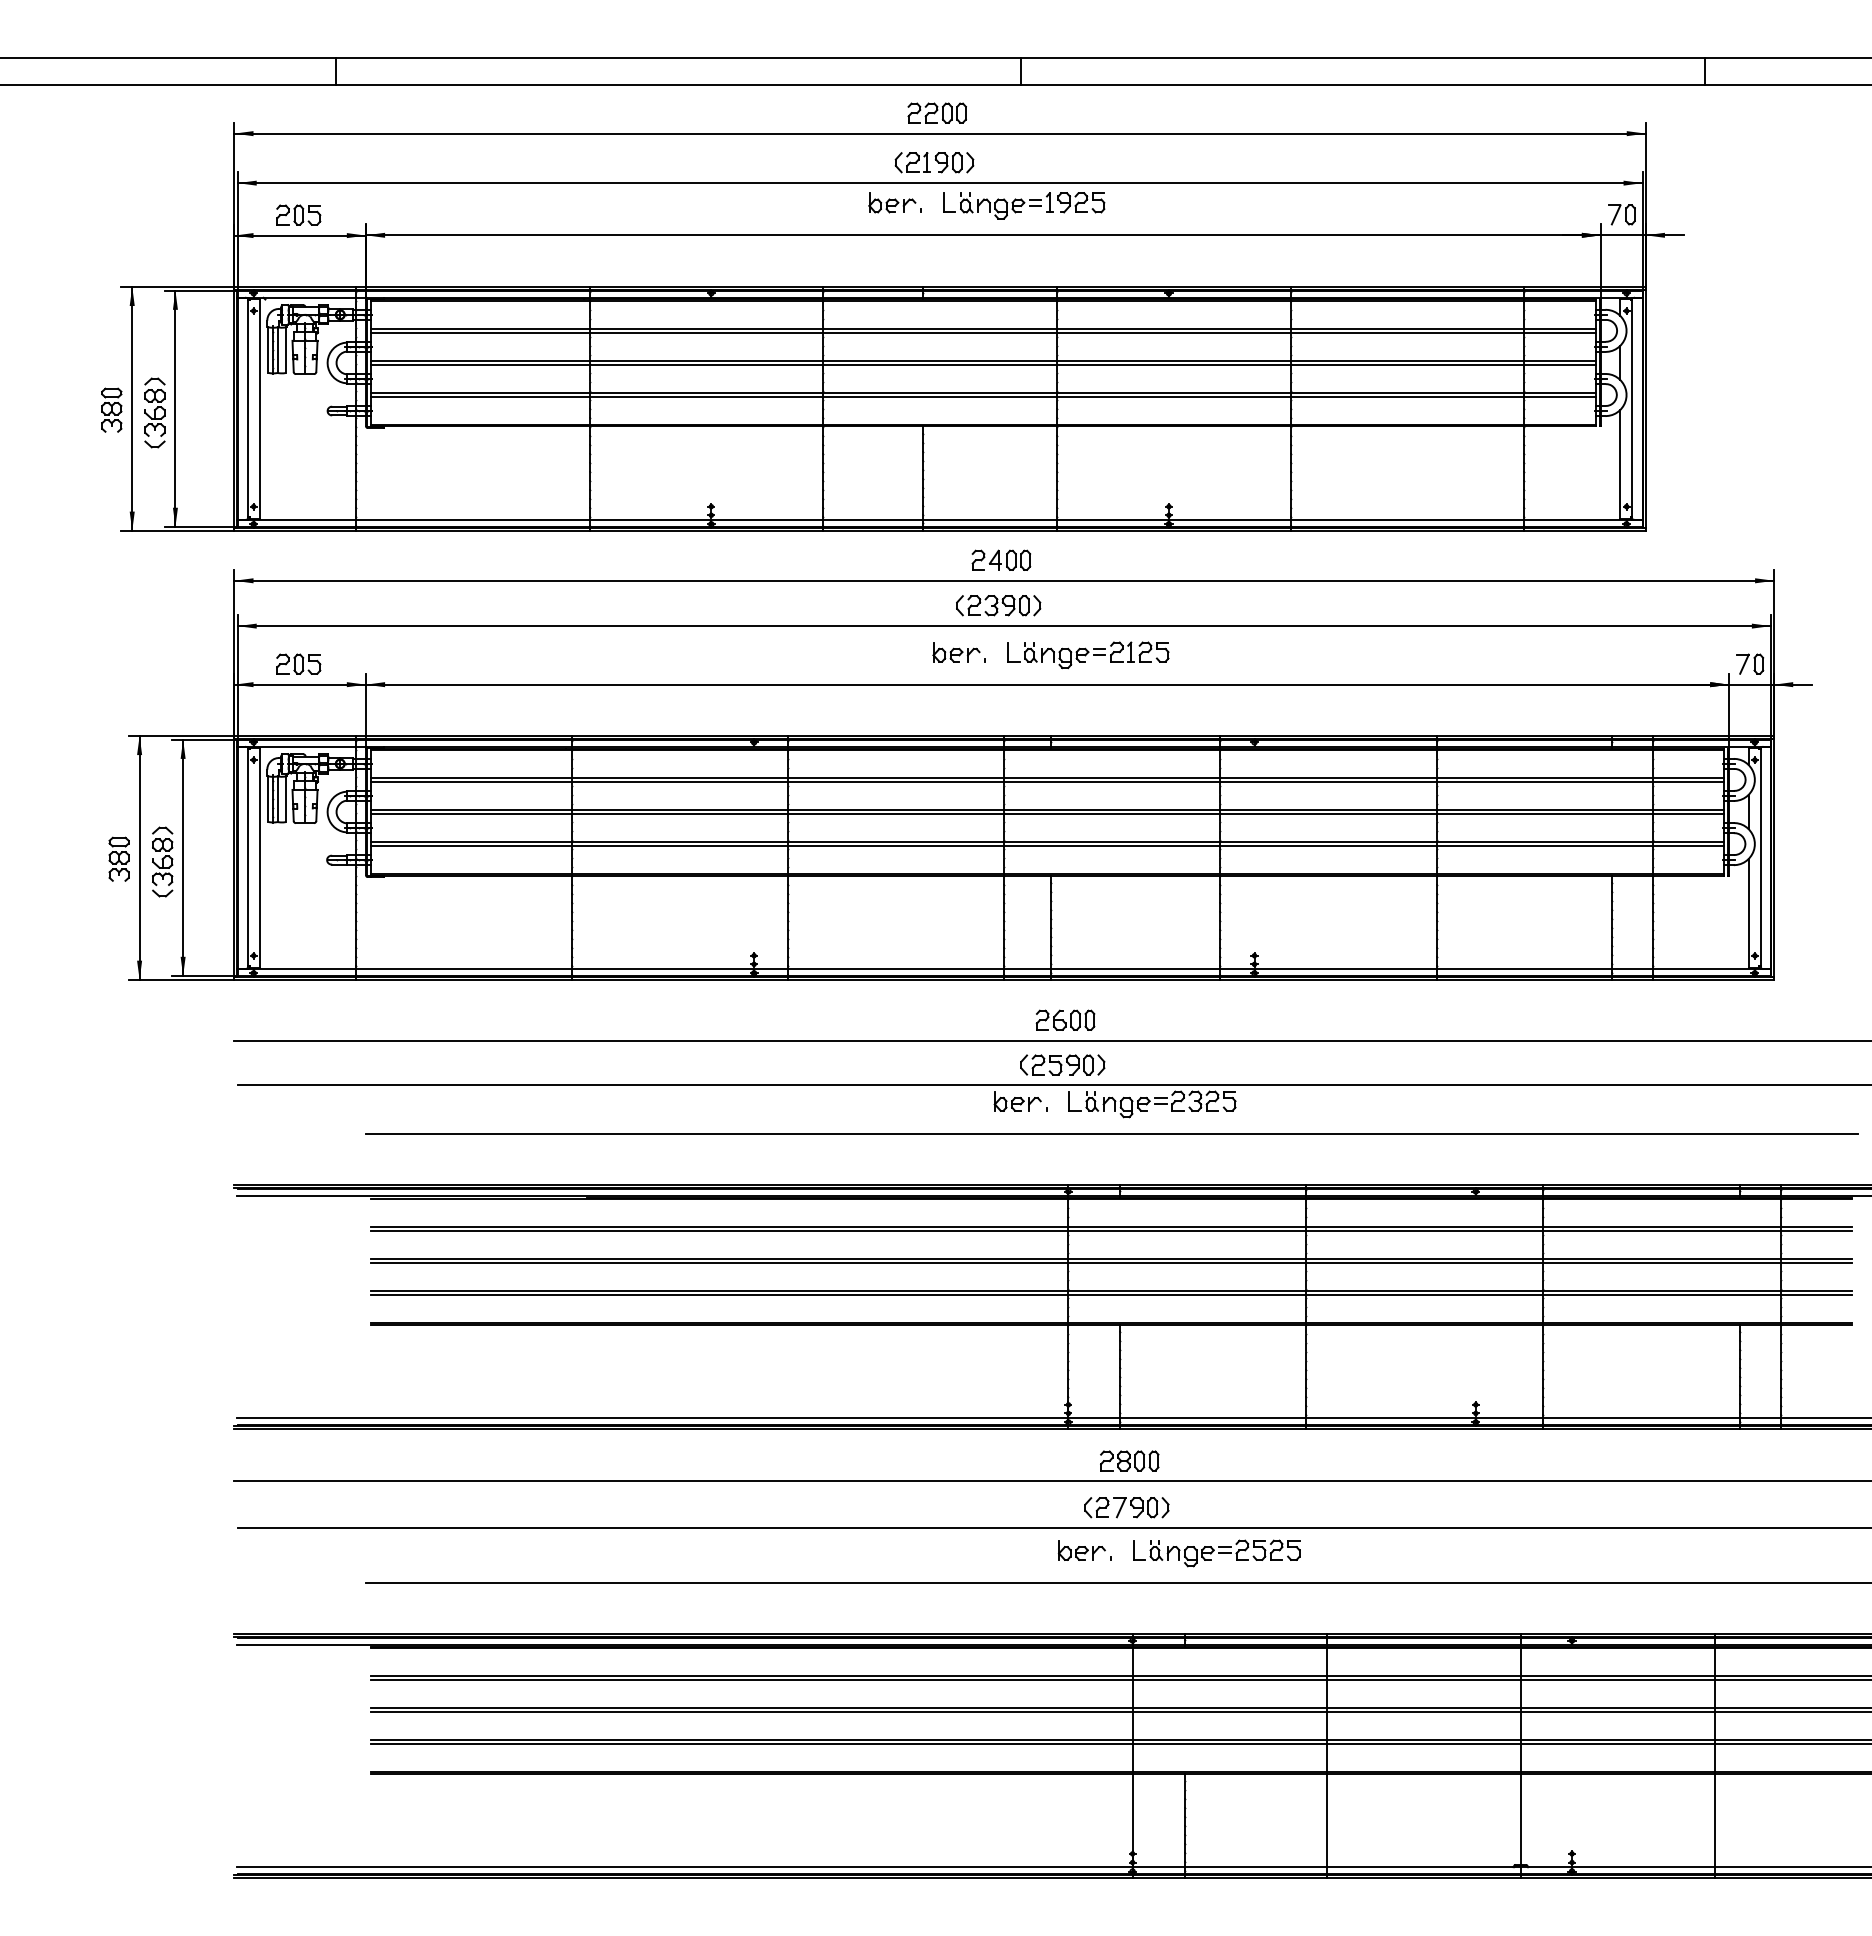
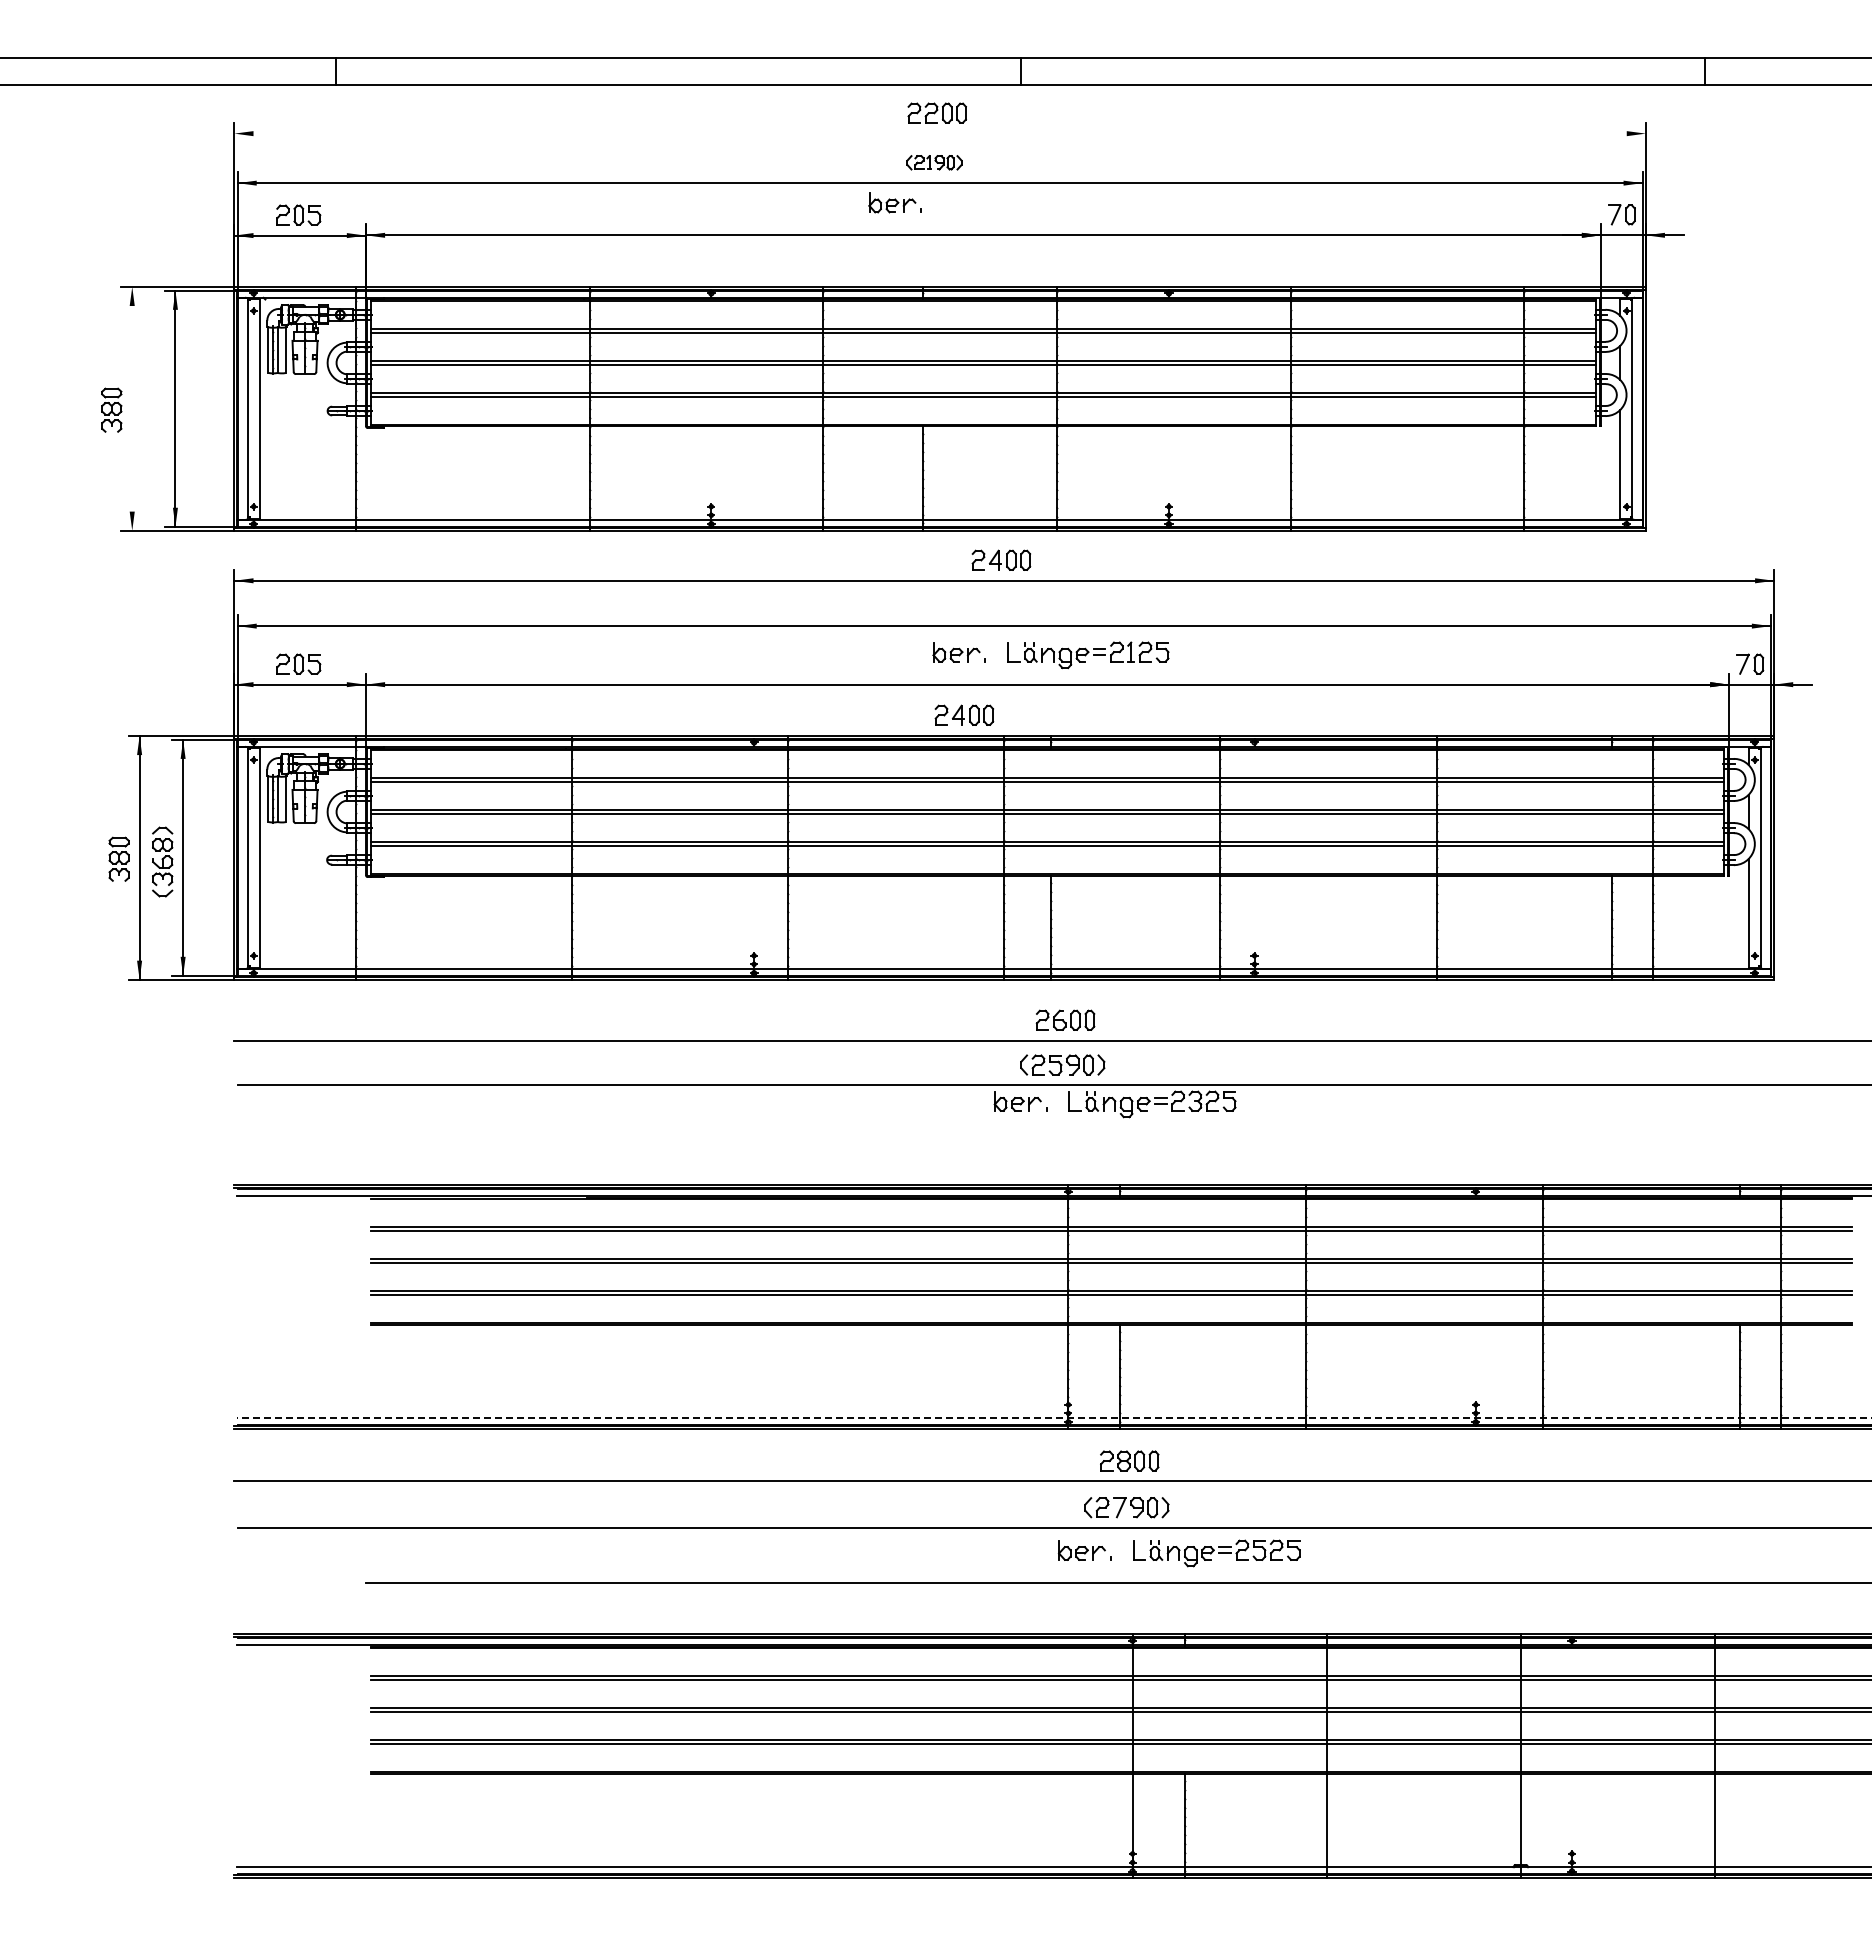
line at (939, 133): present -> none
part at (934, 162) size: 81x22 px -> 57x16 px
part at (1024, 205): present -> none
line at (132, 408): present -> none
part at (154, 412): present -> none
part at (998, 605): present -> none
part at (964, 714): none -> present
line at (1111, 1133): present -> none
line at (1053, 1417): solid -> dashed
